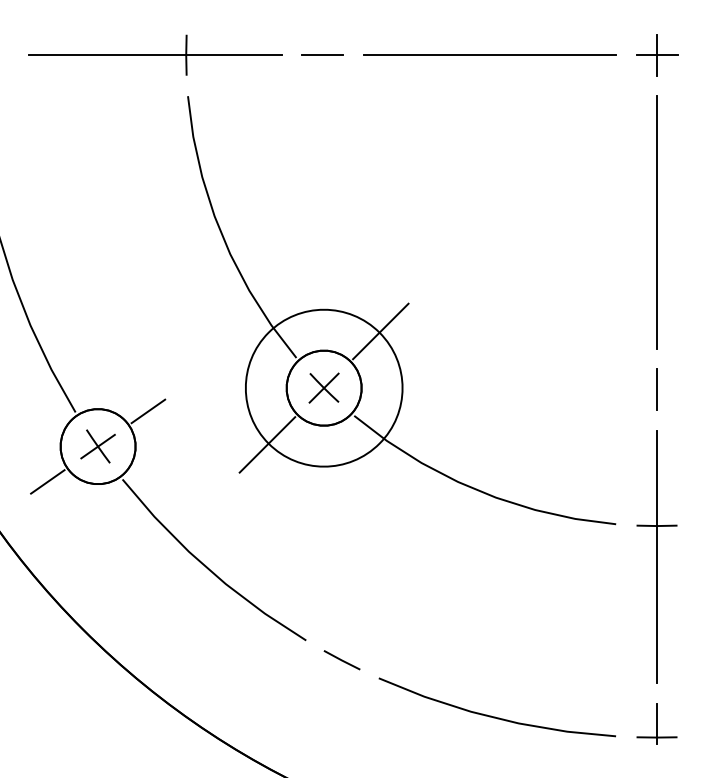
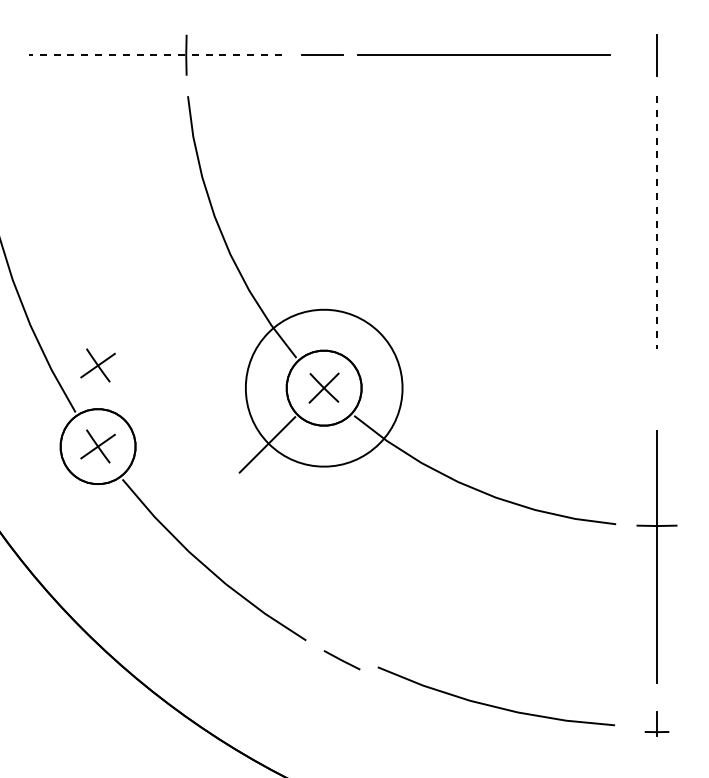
line at (489, 54) position: (489, 54) -> (483, 54)
line at (155, 55): solid -> dashed
line at (656, 55): present -> none
line at (657, 222): solid -> dashed
line at (380, 331): present -> none
part at (97, 365): none -> present
line at (657, 389): present -> none
line at (148, 411): present -> none
line at (47, 481): present -> none
curve at (495, 716) position: (495, 716) -> (494, 705)
part at (656, 723) size: 42x42 px -> 26x26 px
